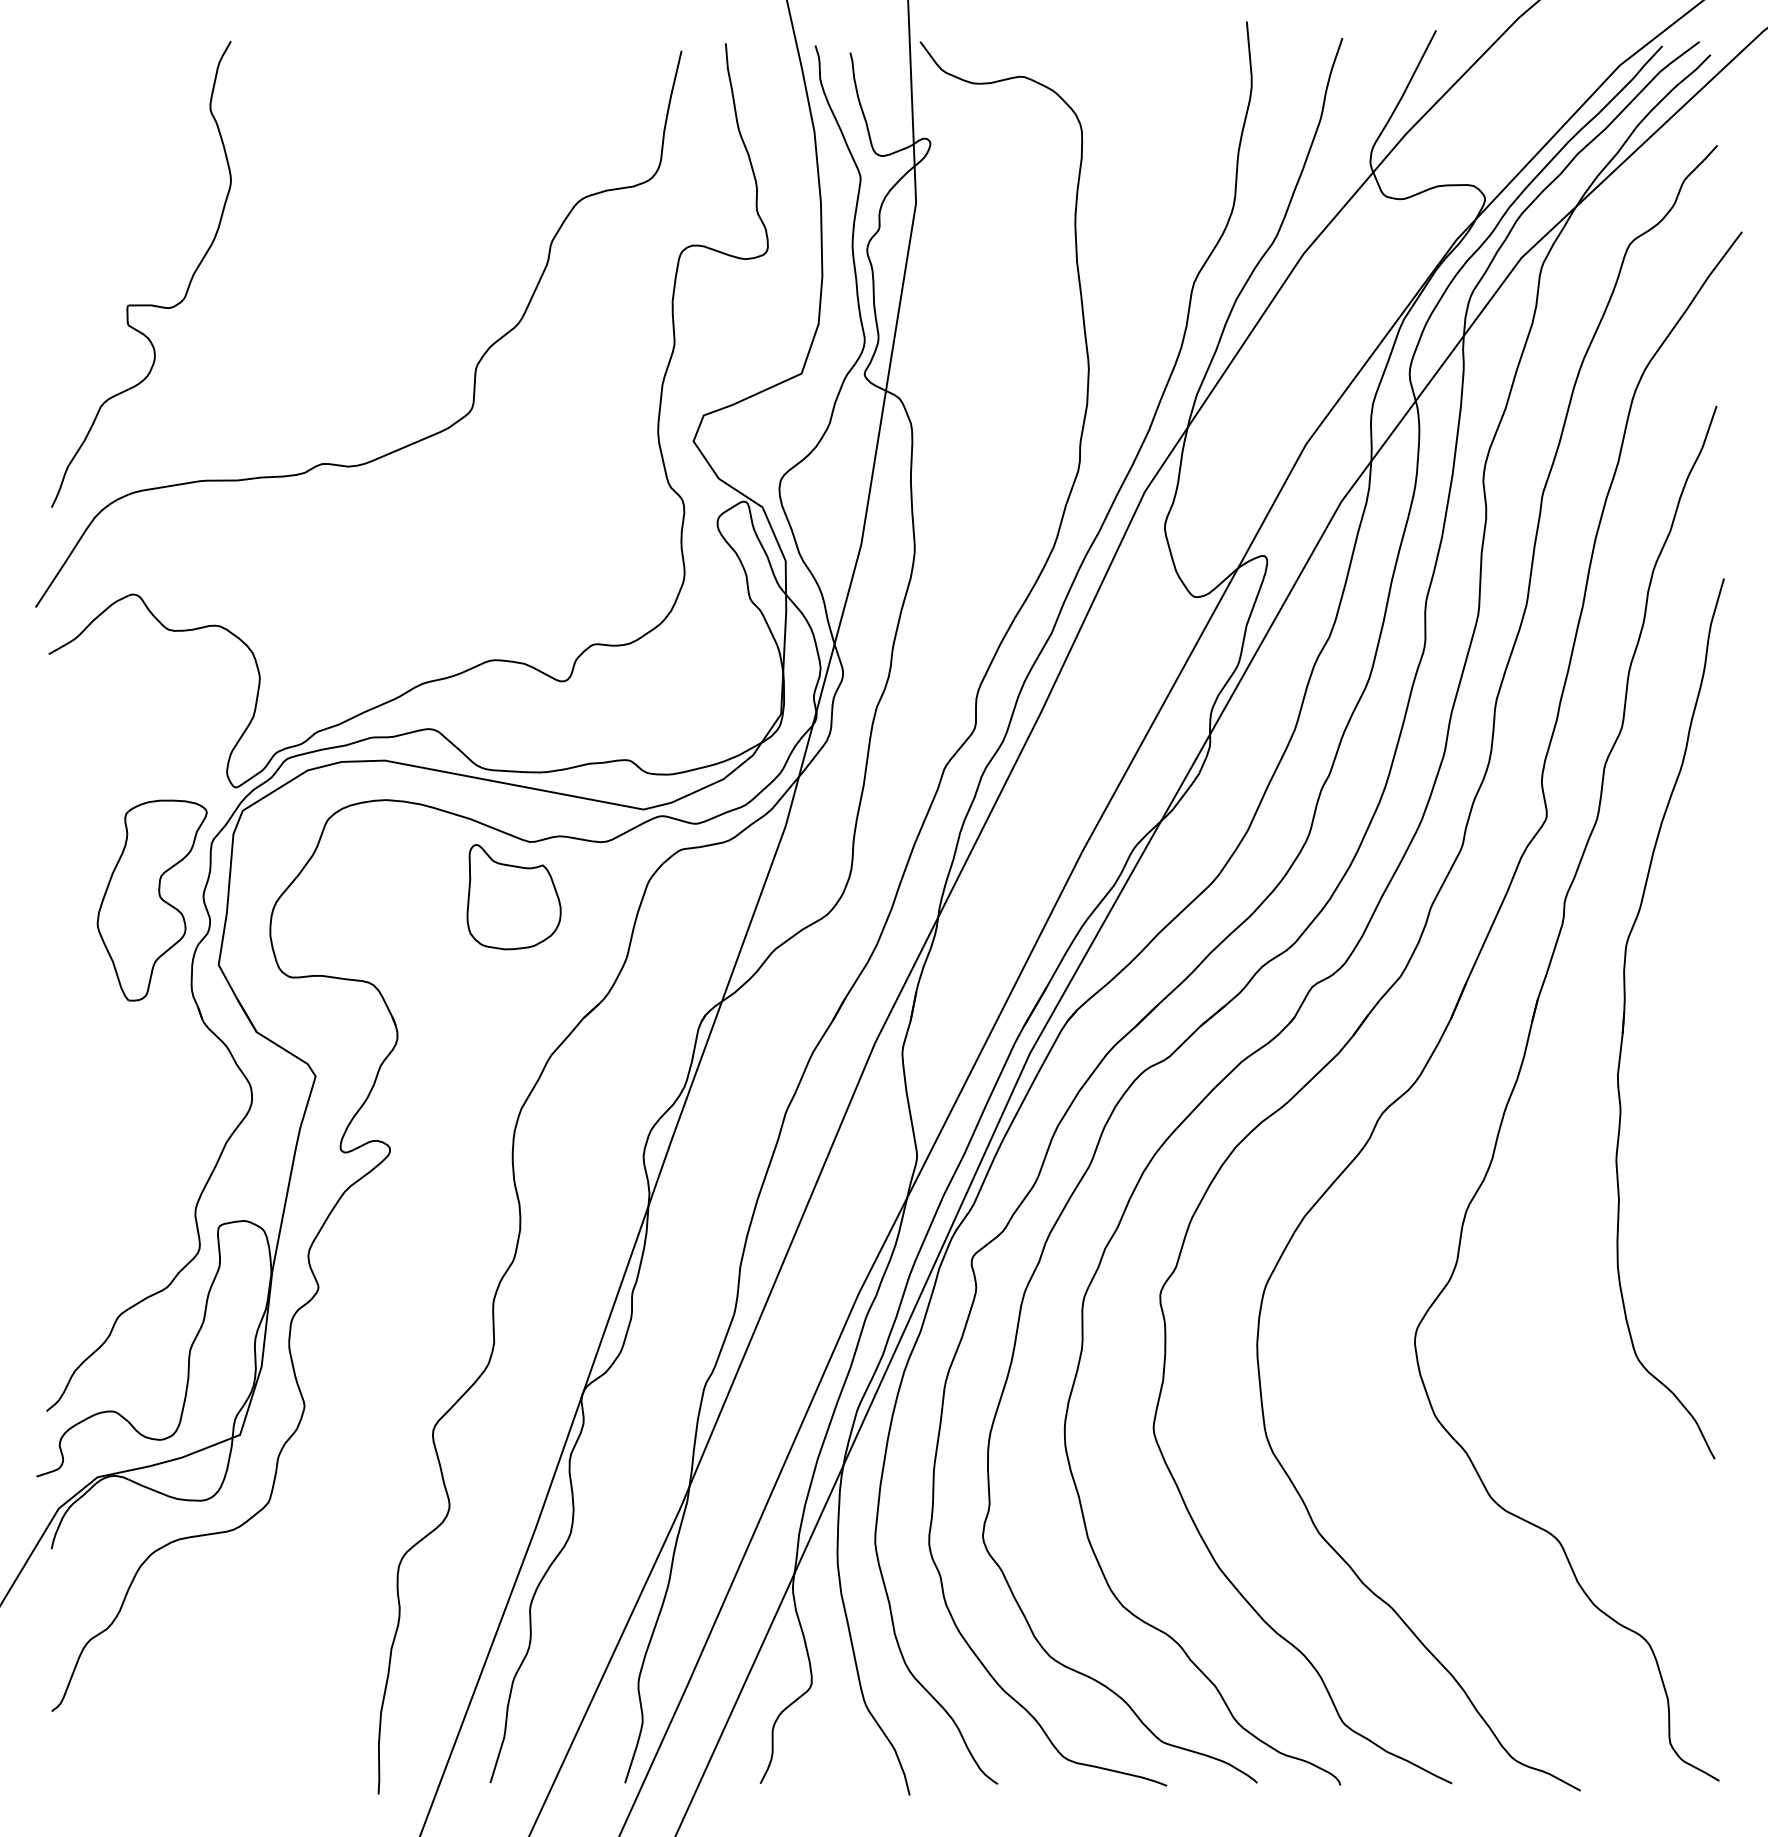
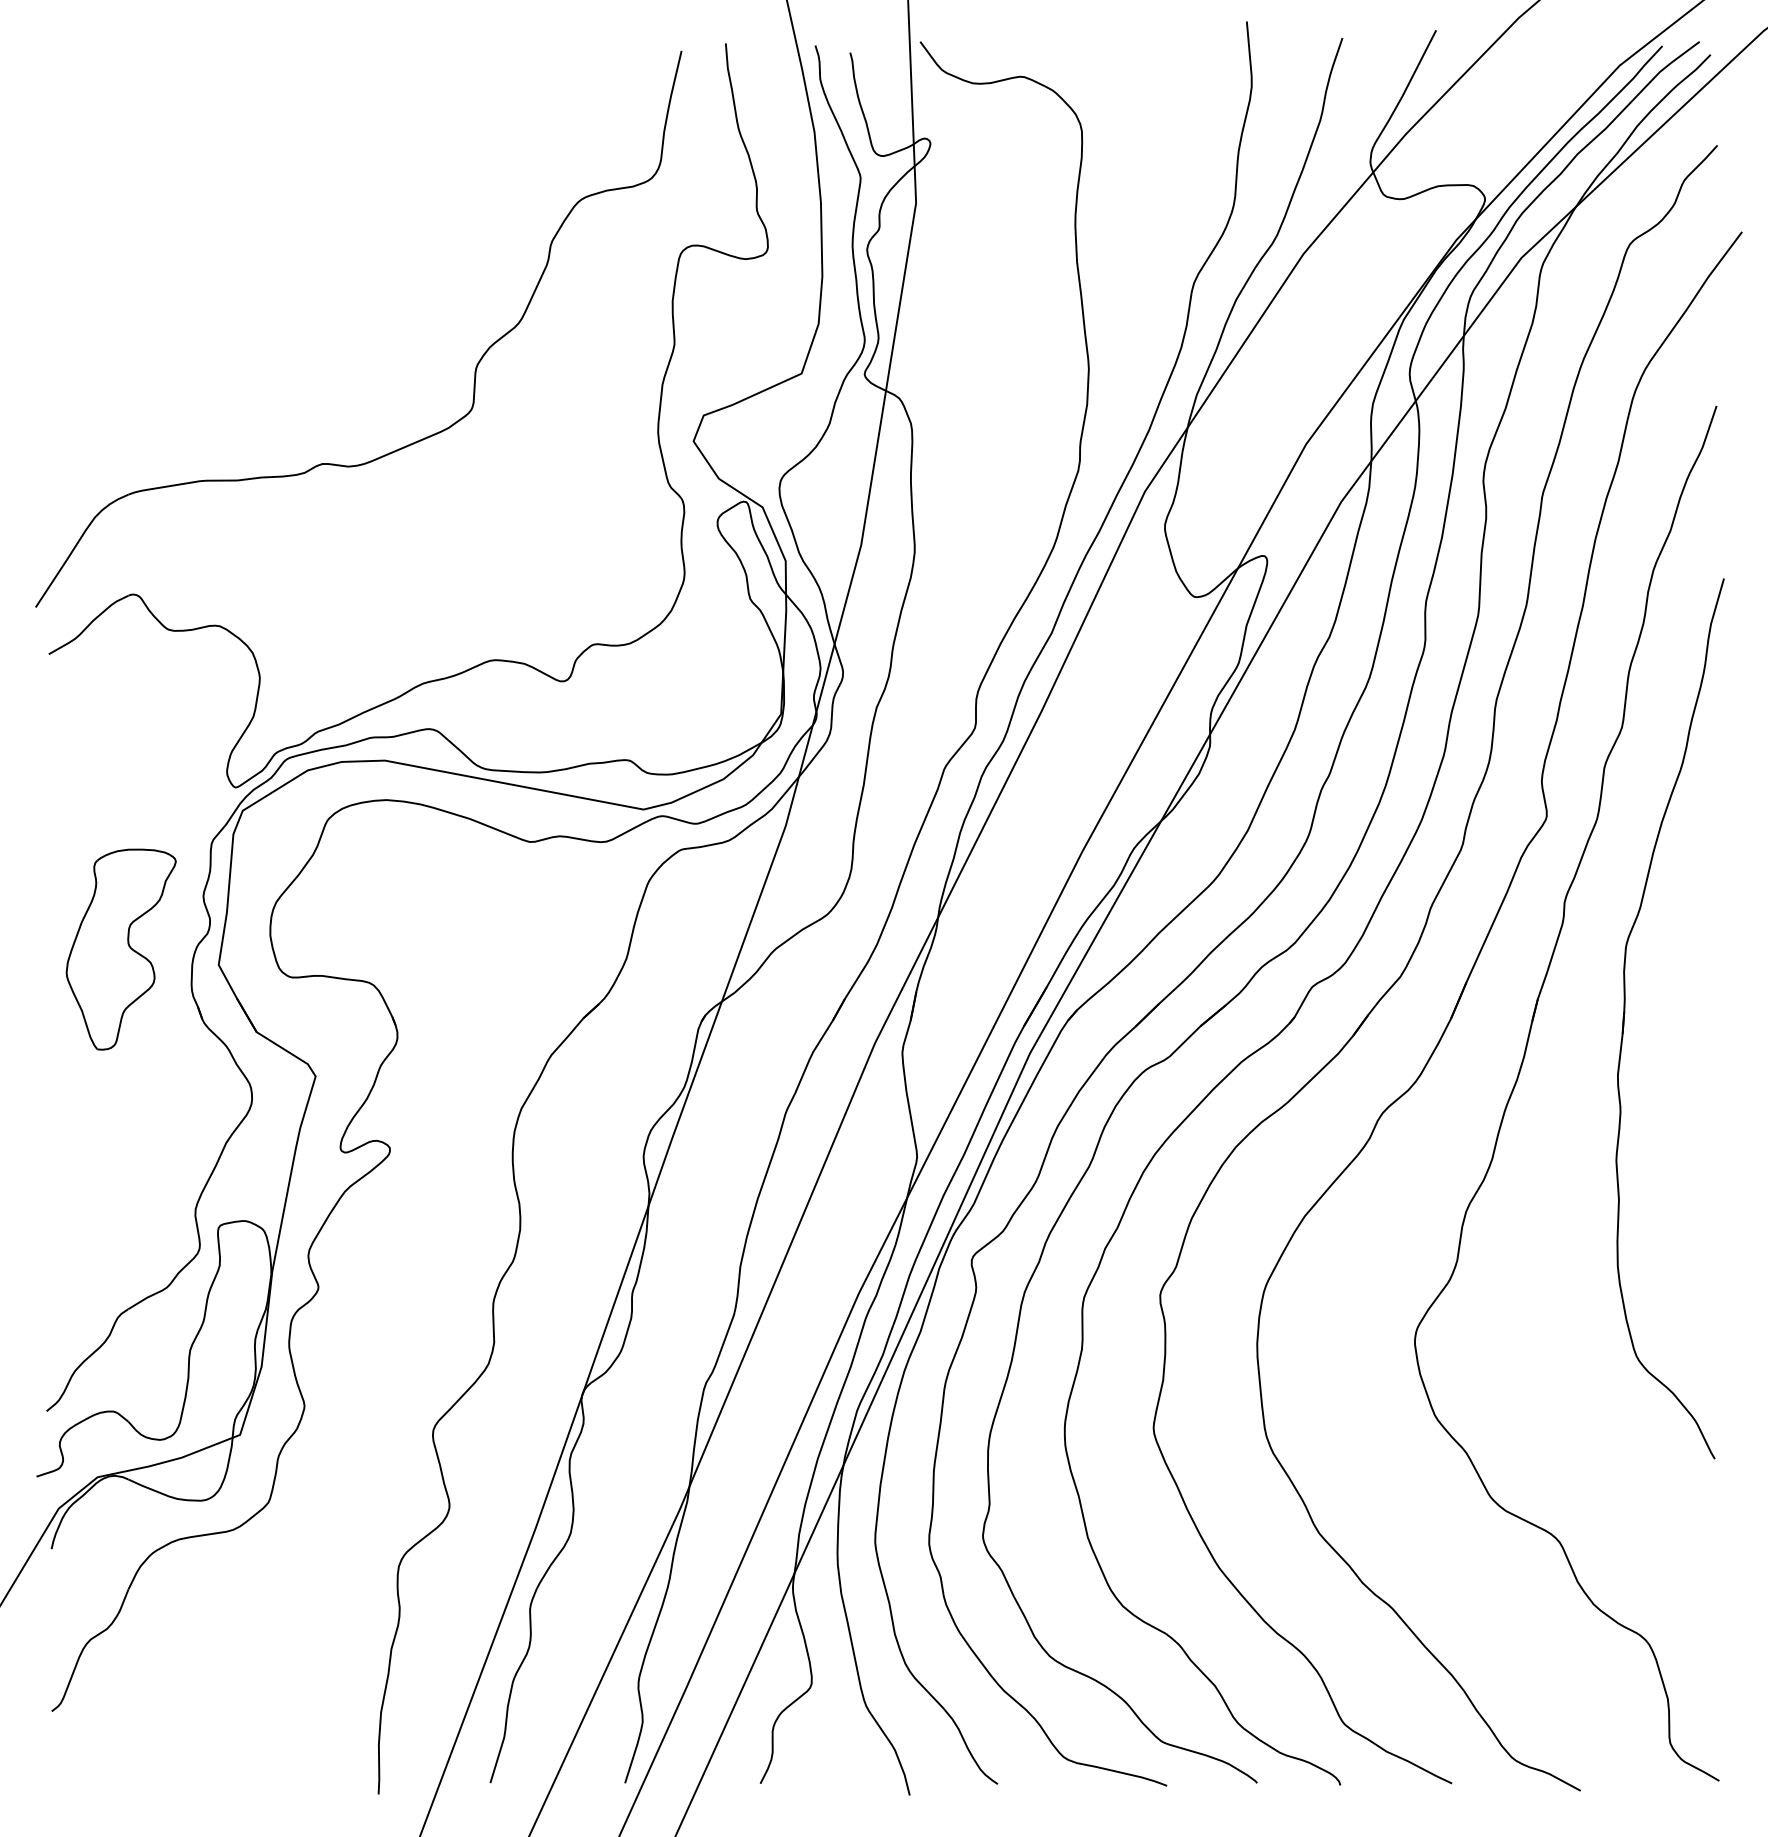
part at (141, 304): present -> none
part at (513, 897): present -> none
part at (151, 900) position: (151, 900) -> (120, 949)
